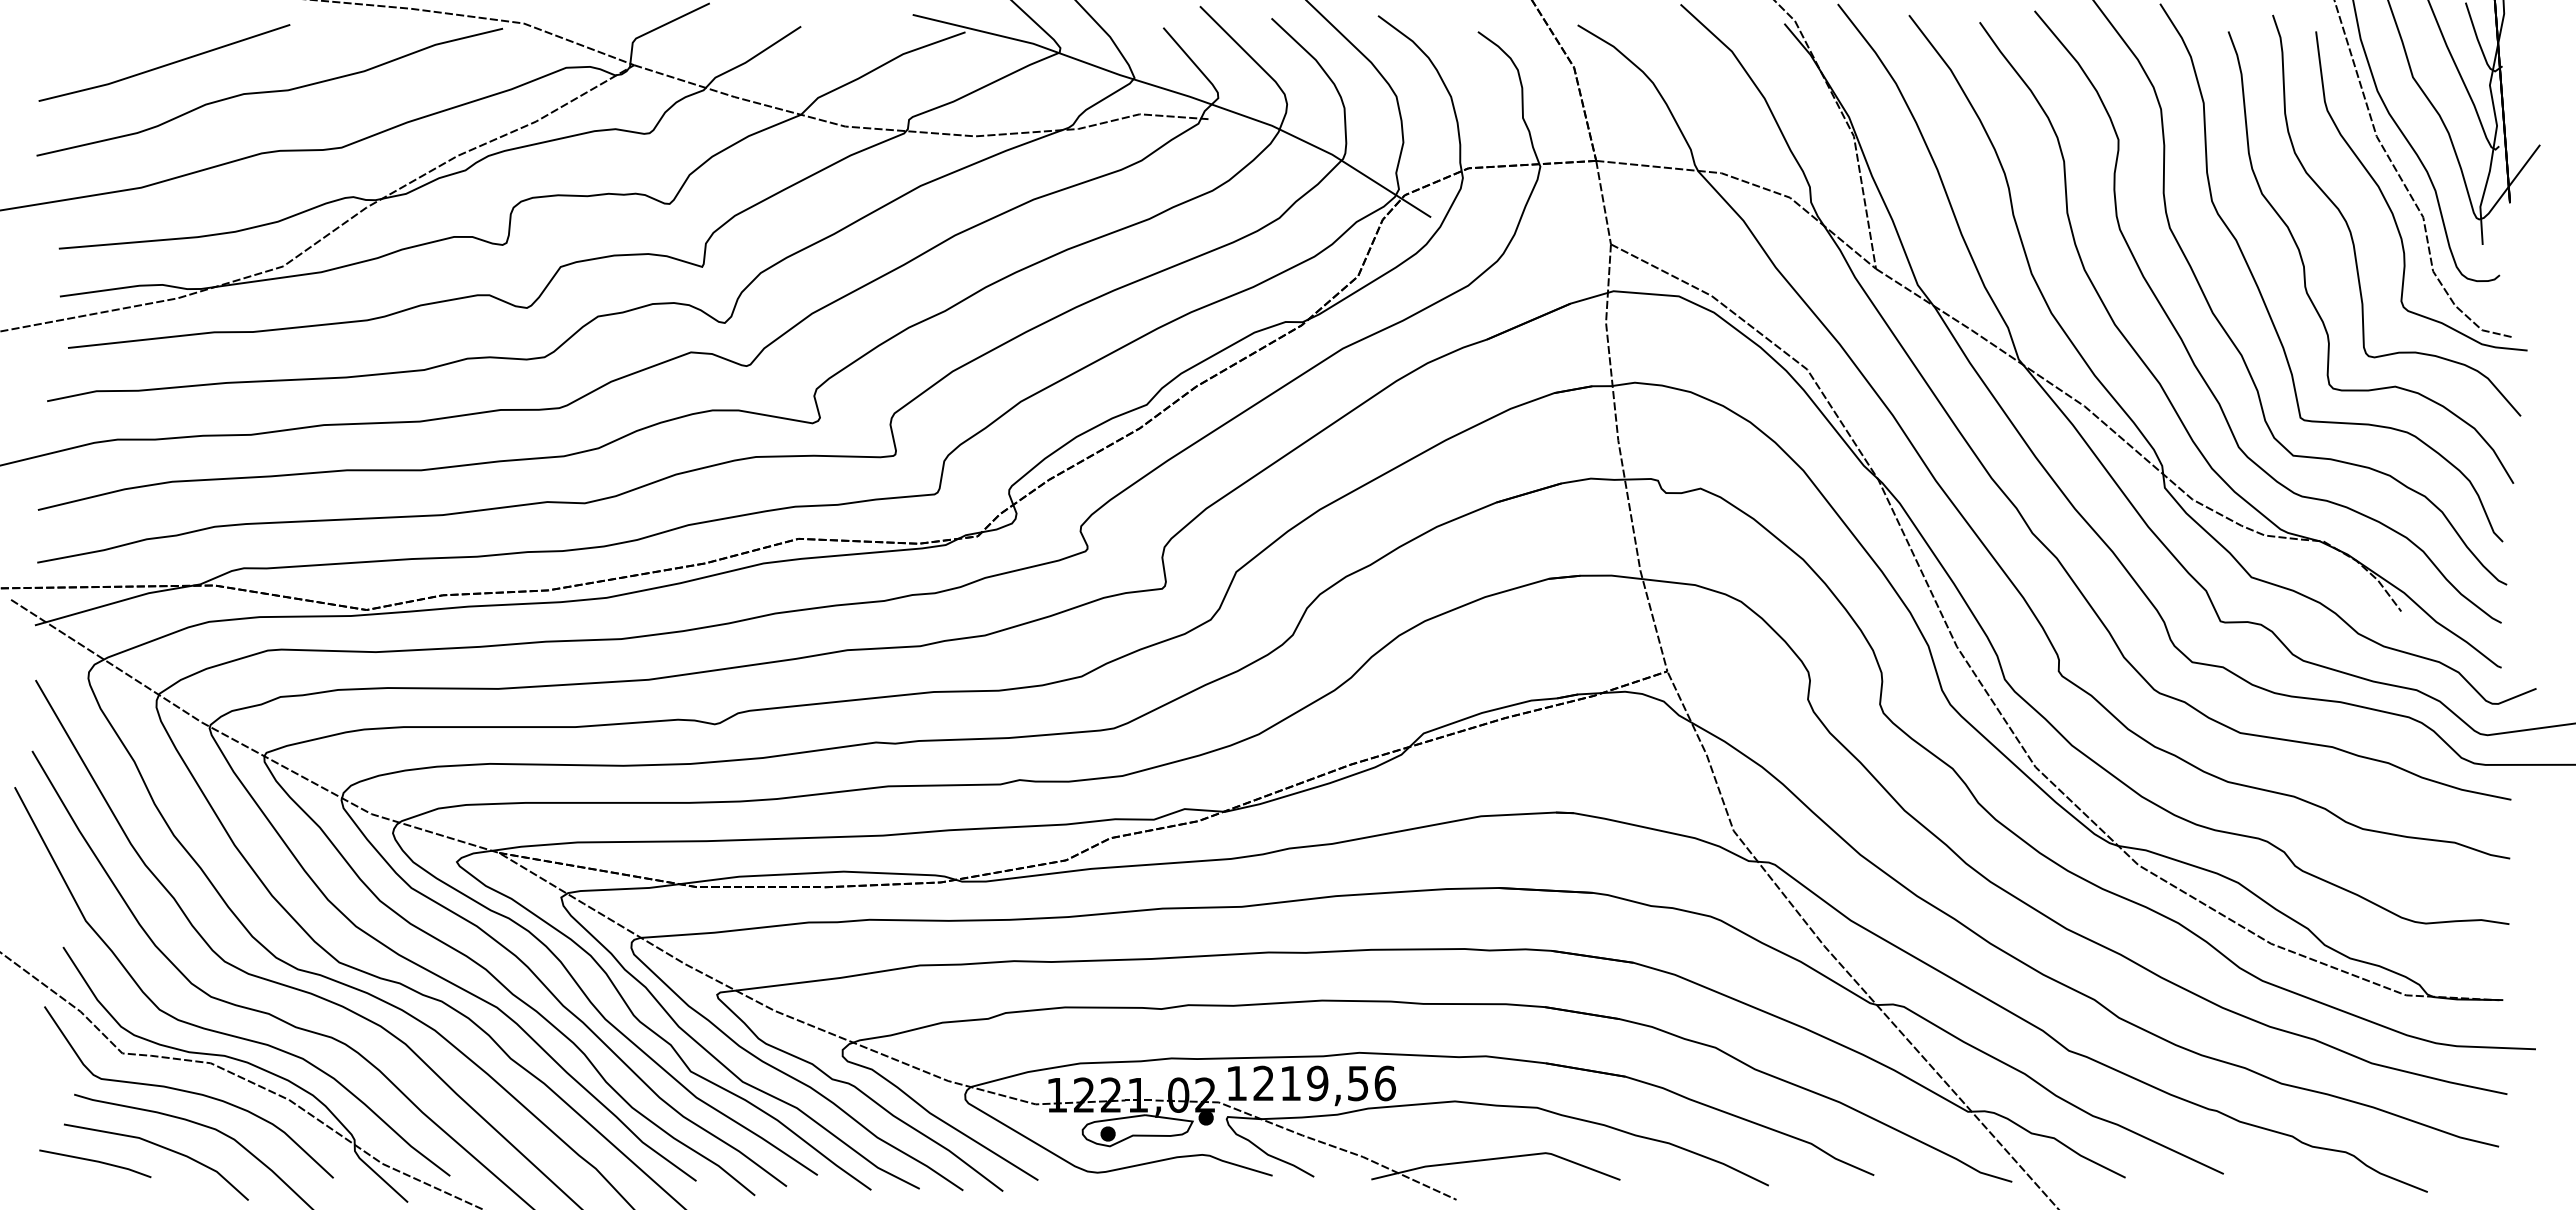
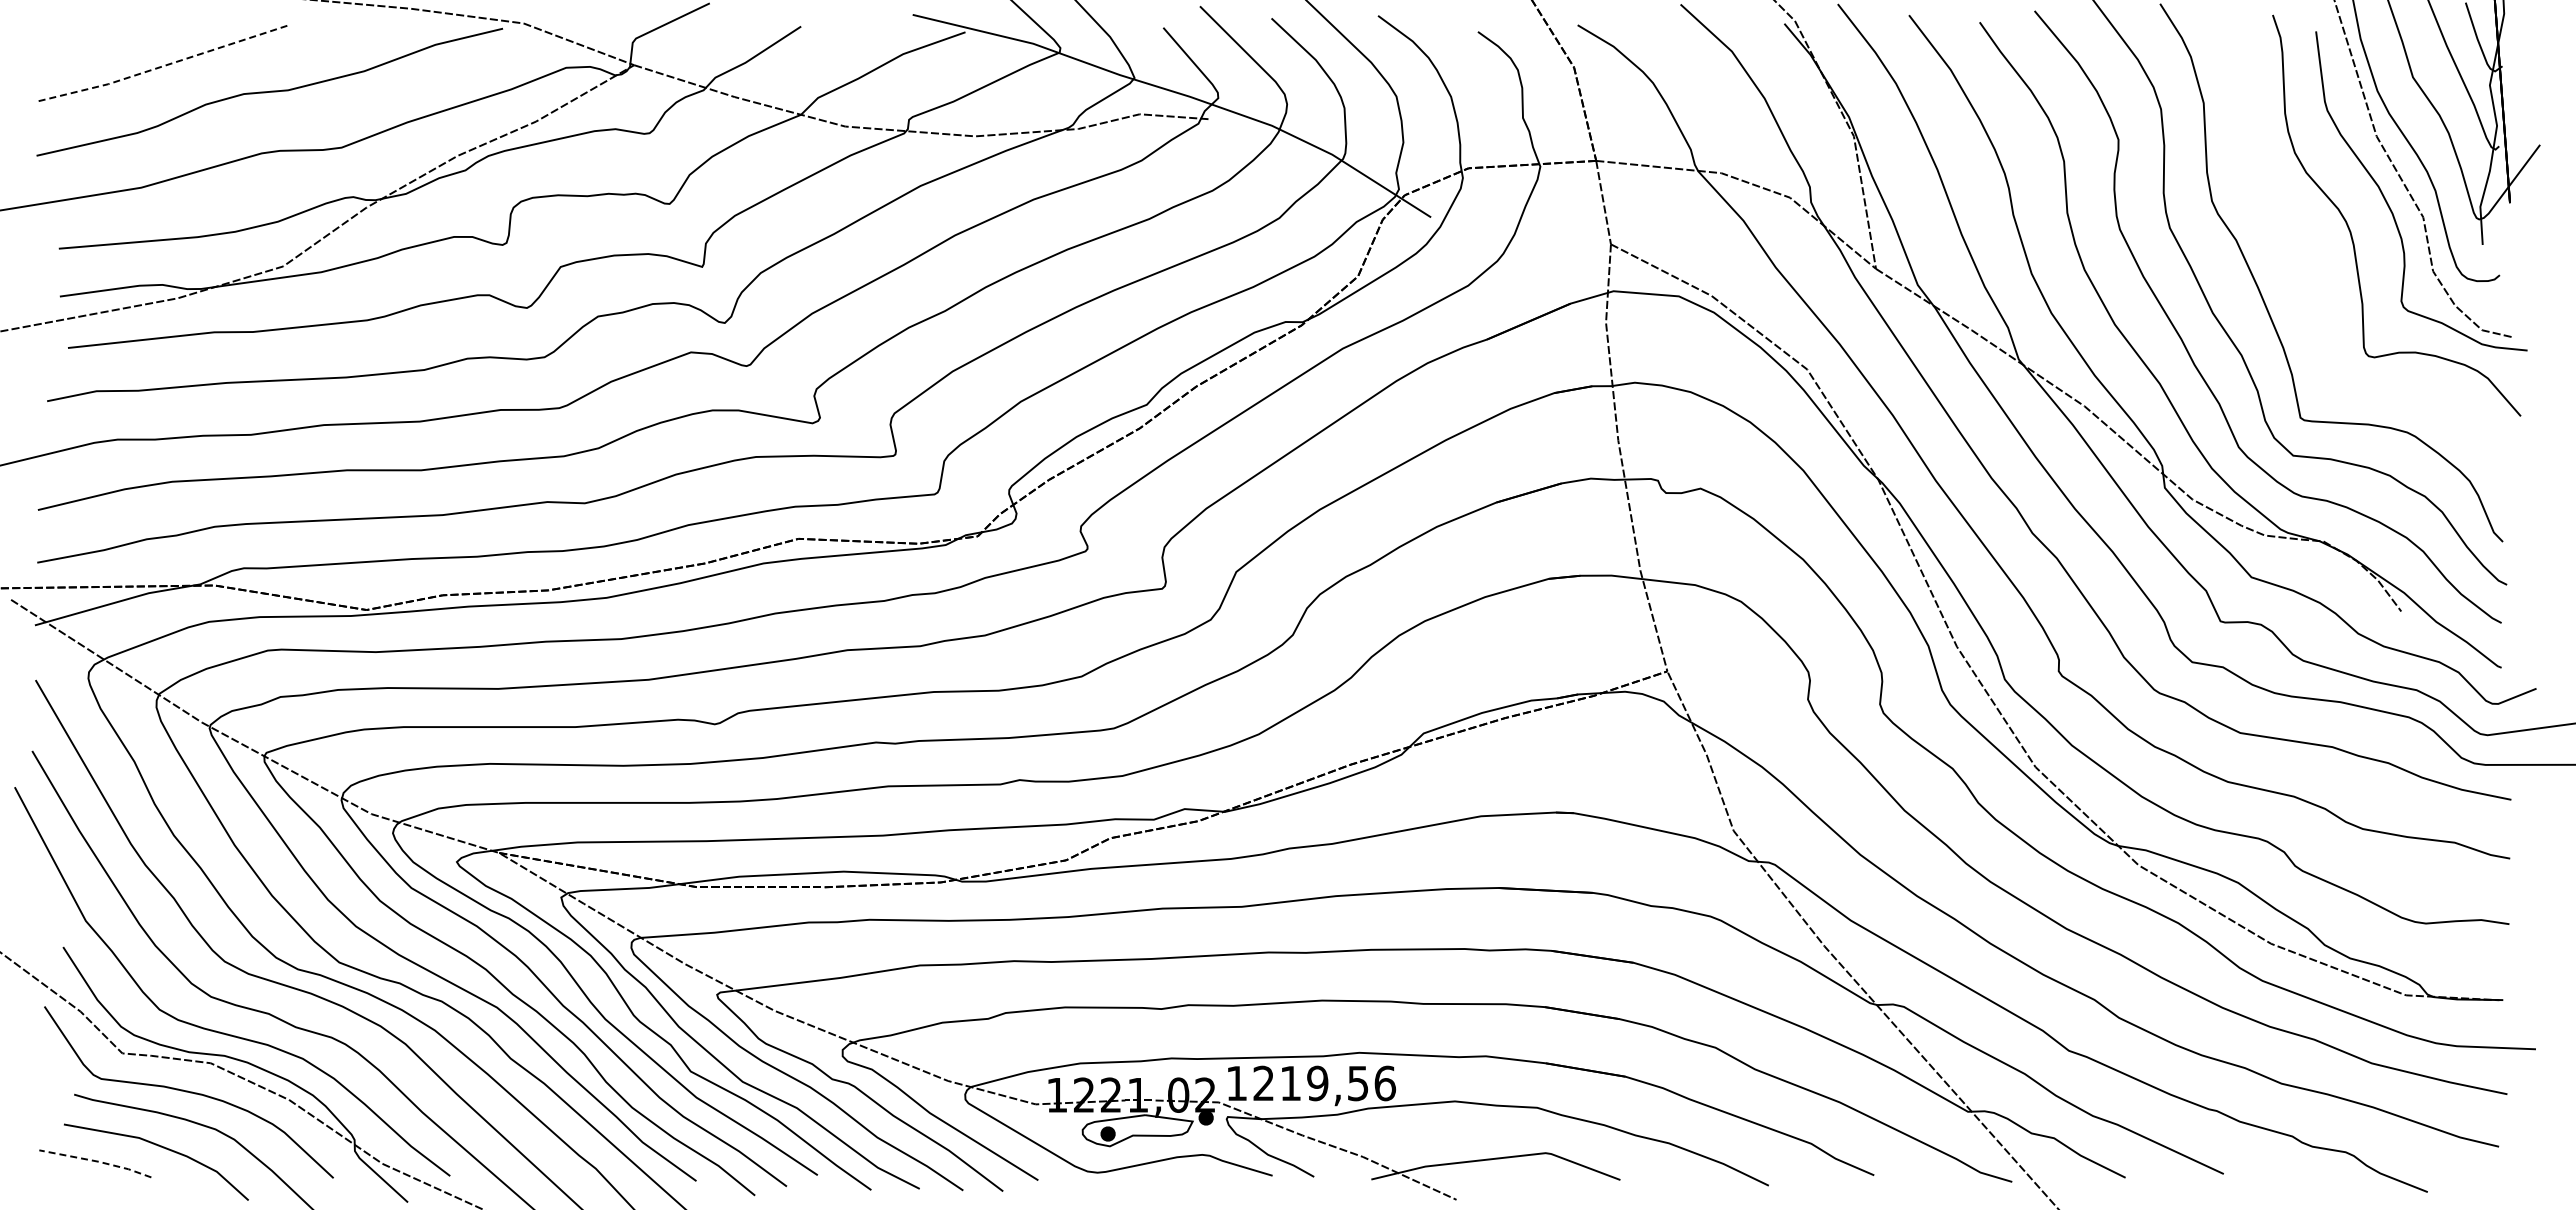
line at (165, 65): solid -> dashed
curve at (2305, 269): present -> none
line at (96, 1161): solid -> dashed
